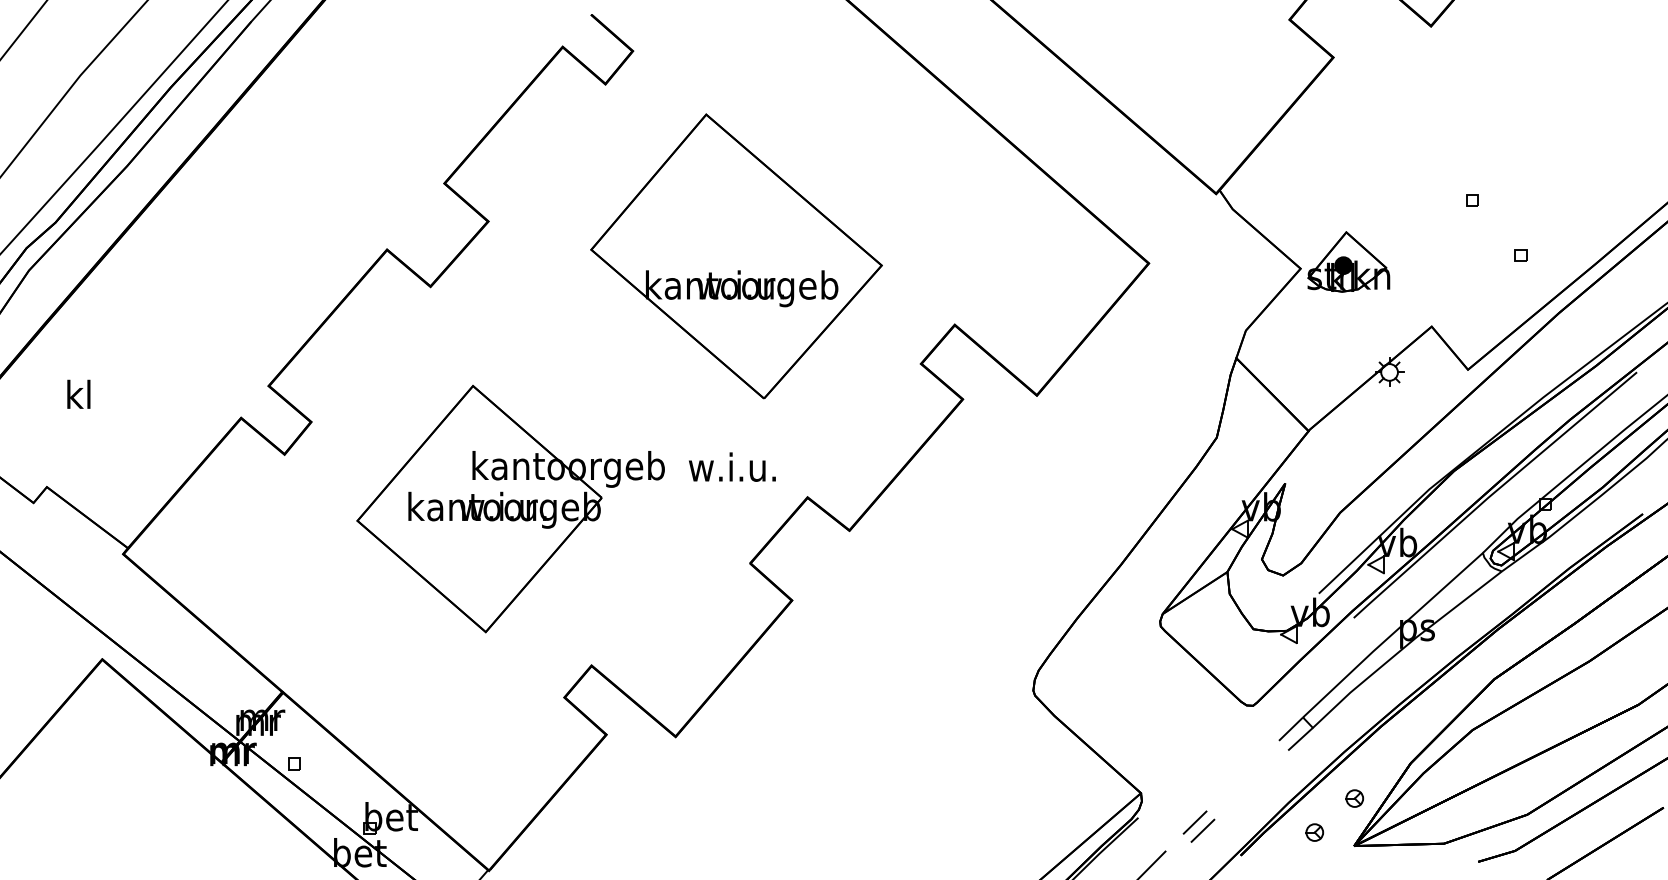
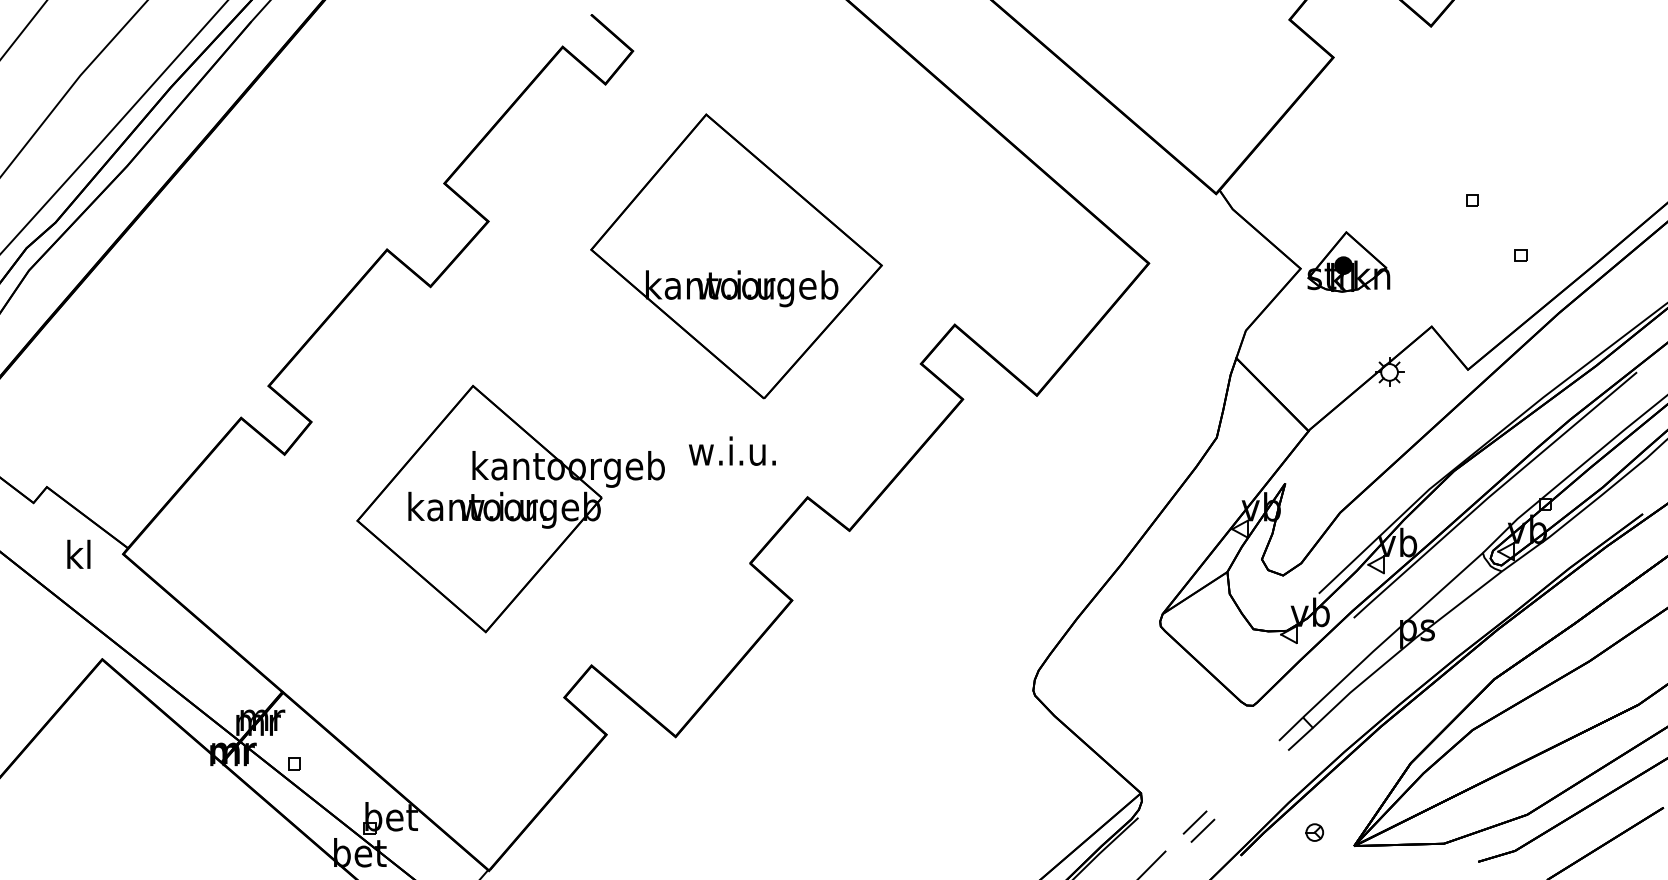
text at (78, 393) position: (78, 393) -> (78, 553)
text at (732, 466) position: (732, 466) -> (732, 450)
part at (1354, 798): present -> none
